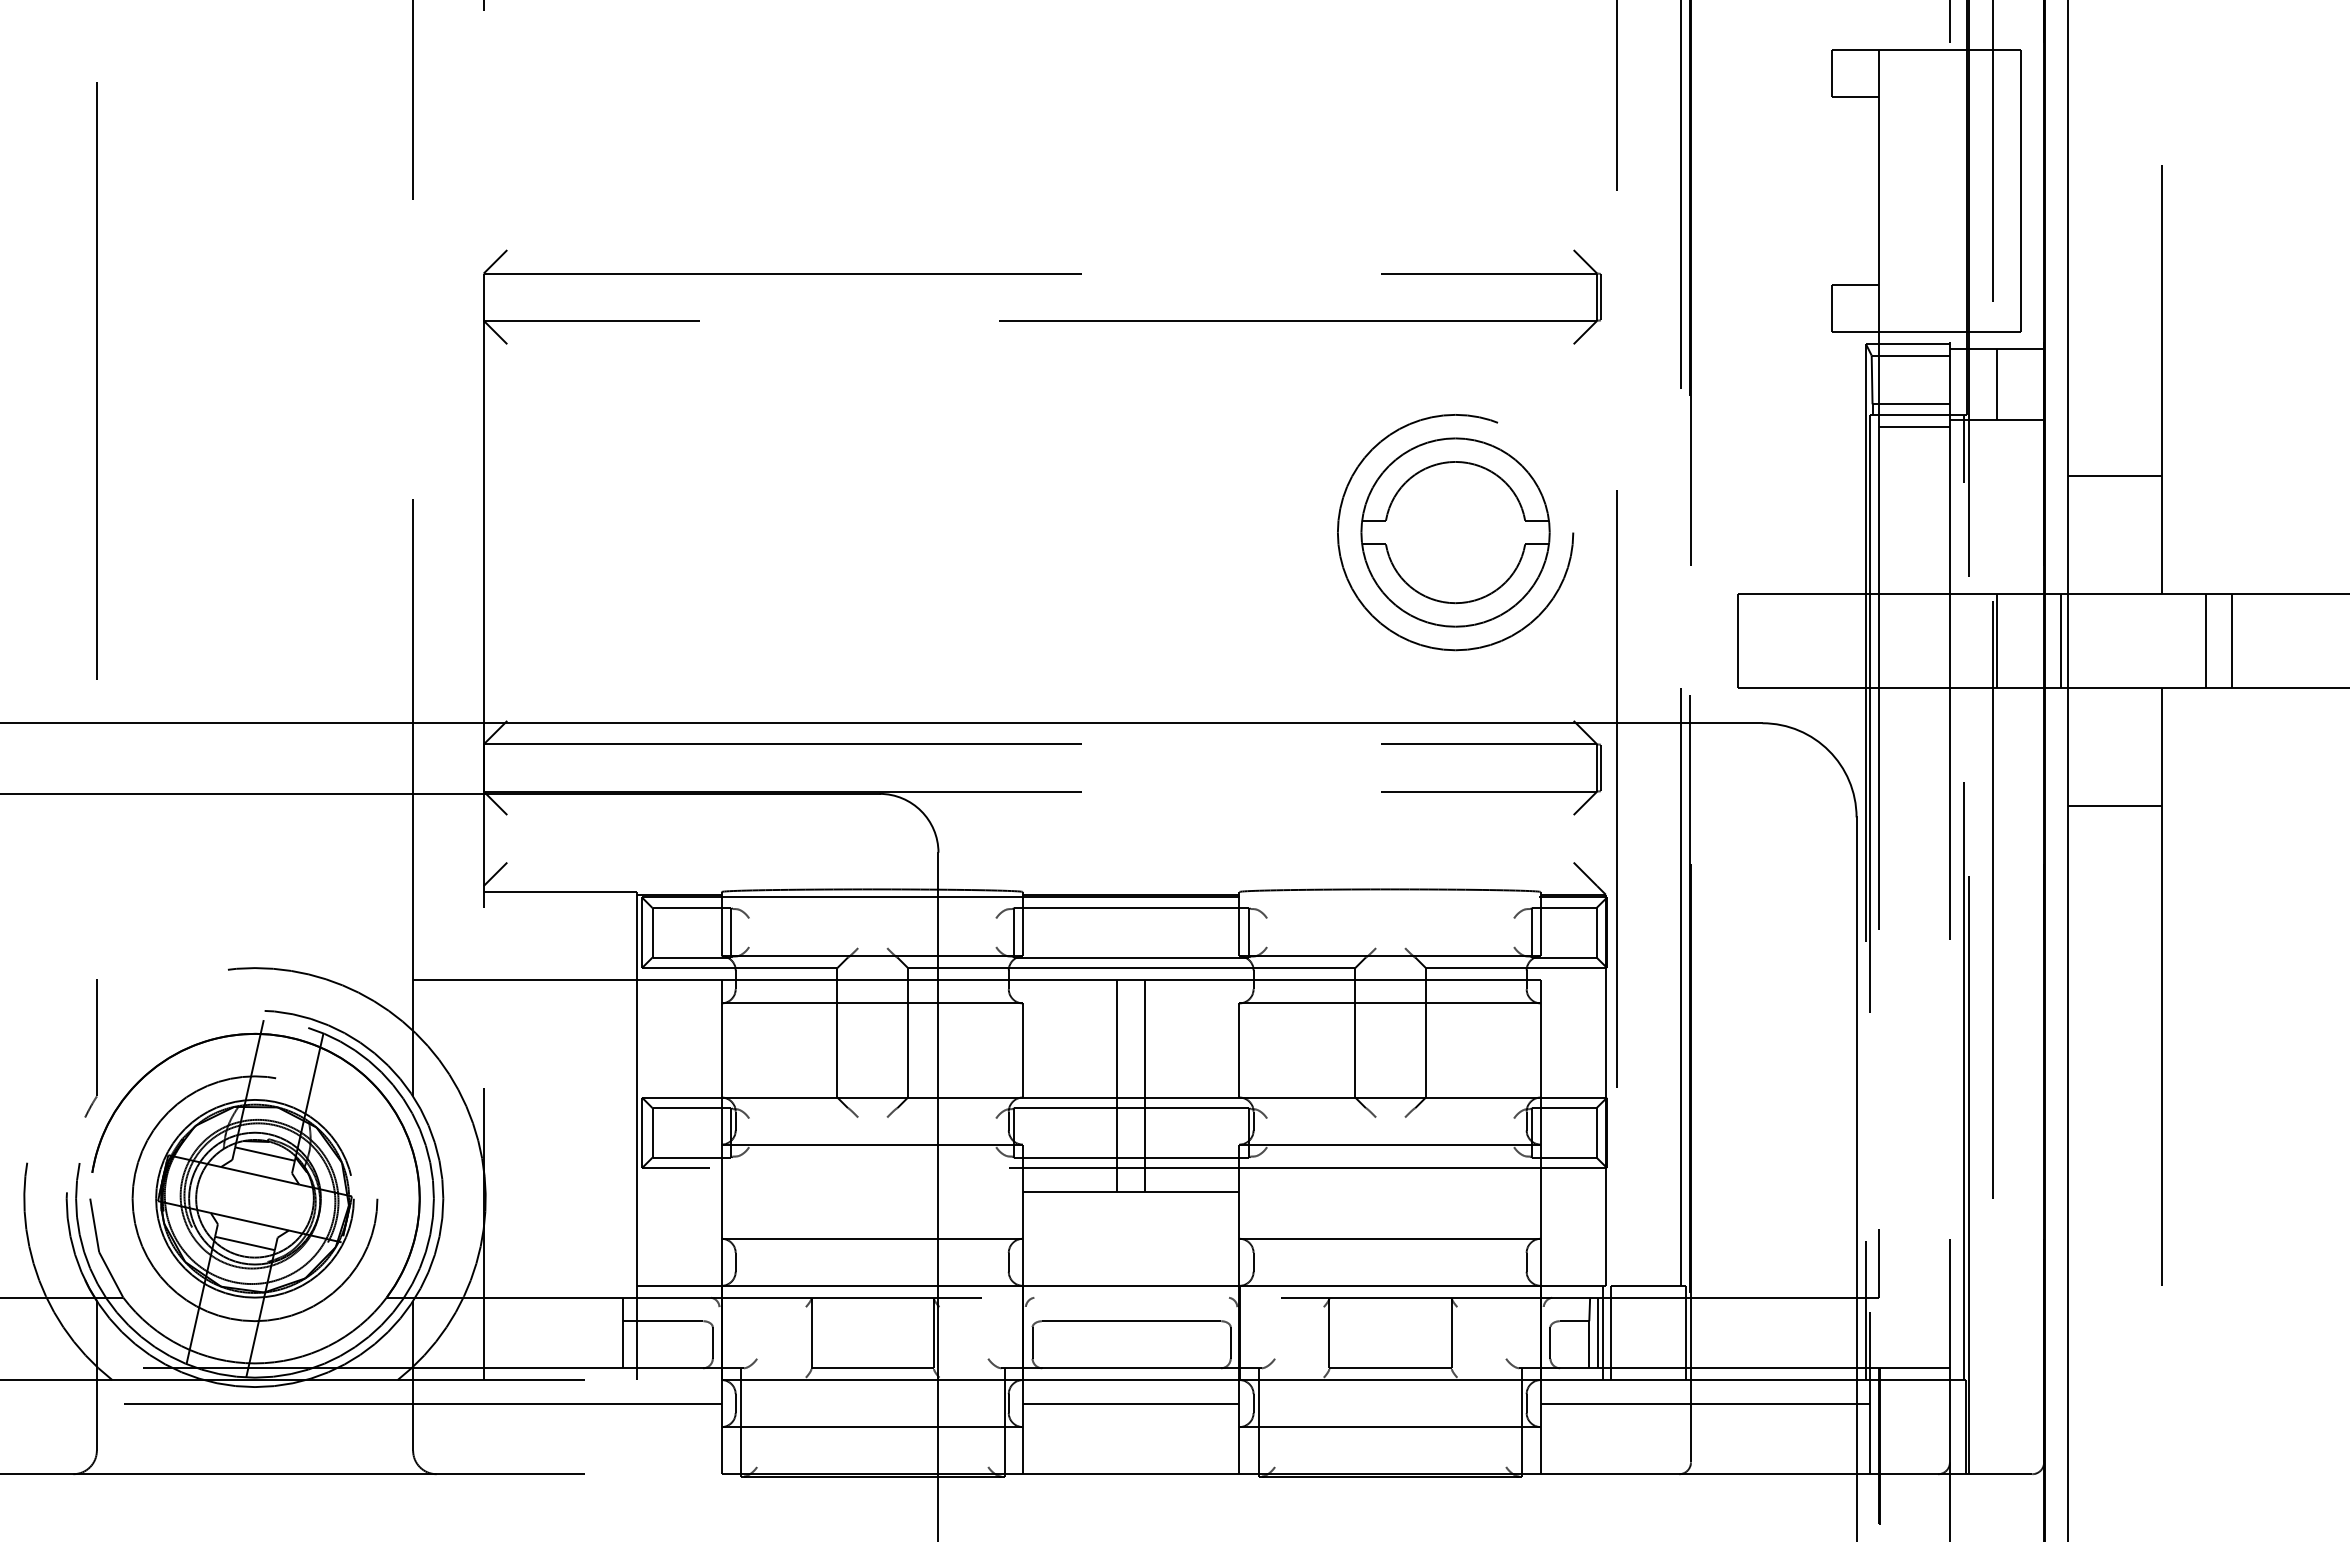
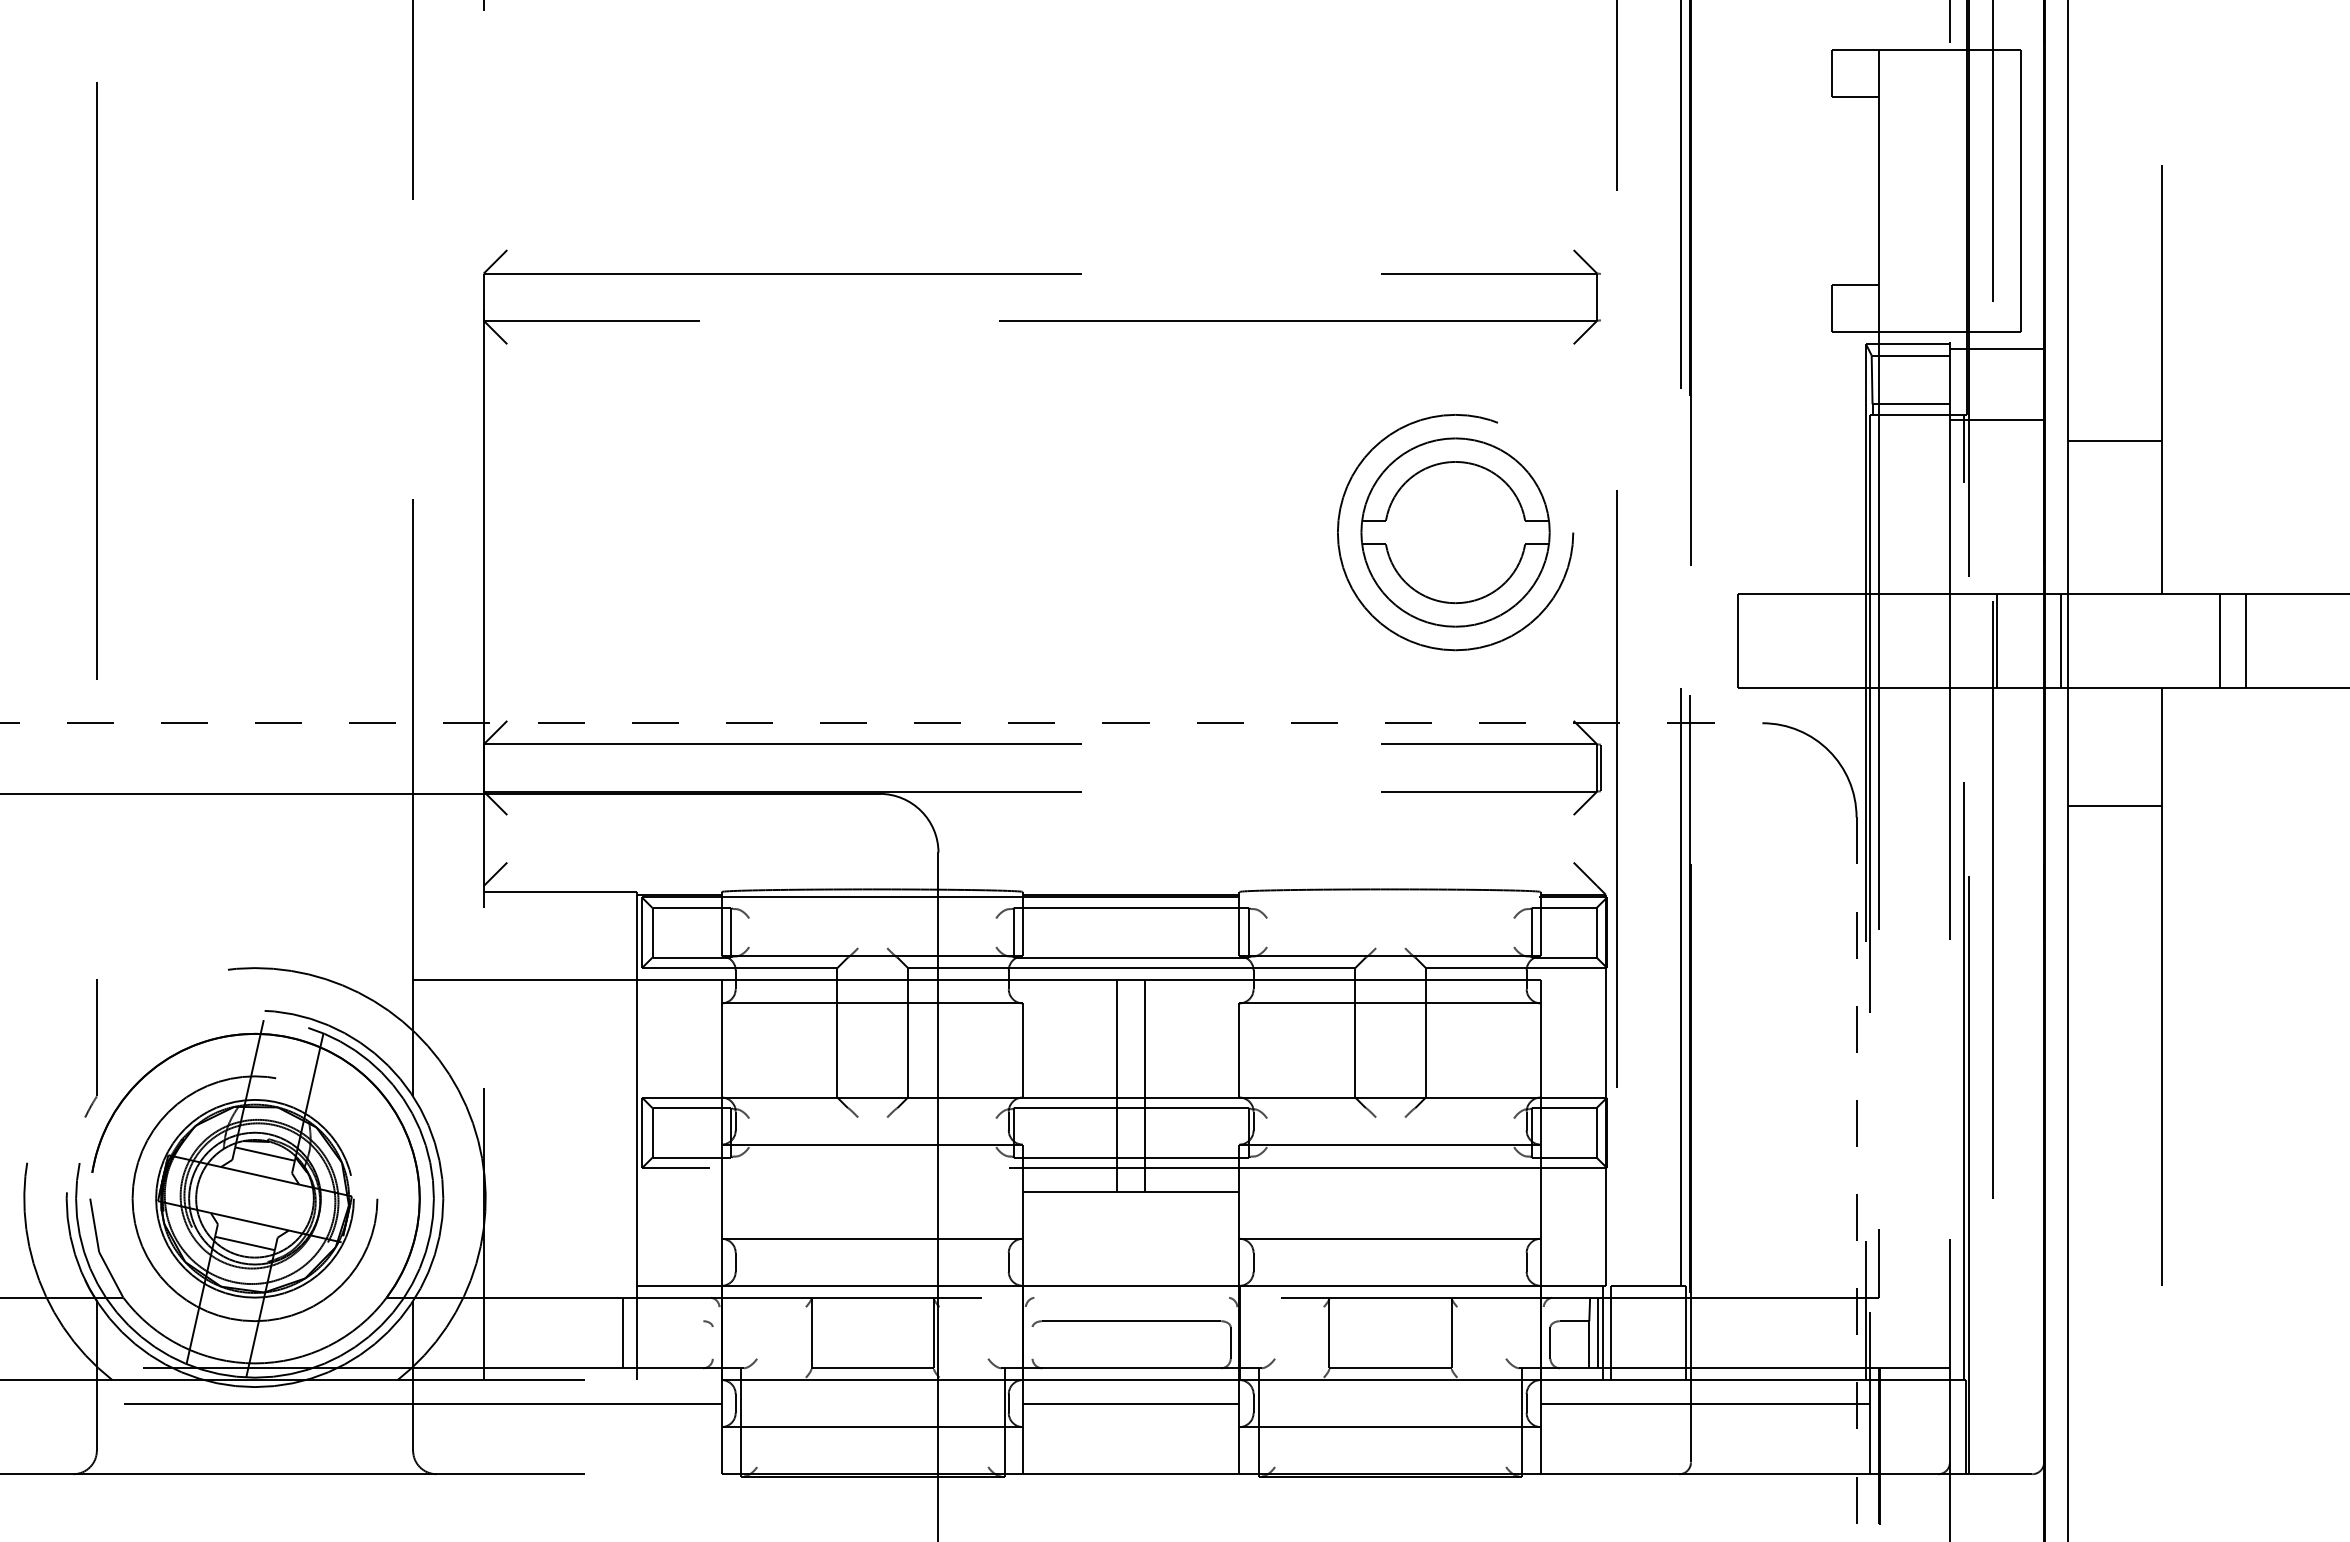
line at (1600, 297): present -> none
line at (1997, 384): present -> none
line at (1914, 426): present -> none
line at (2114, 476) position: (2114, 476) -> (2114, 441)
line at (2205, 640) position: (2205, 640) -> (2219, 640)
line at (2232, 640) position: (2232, 640) -> (2246, 640)
line at (881, 723): solid -> dashed
line at (1856, 1179): solid -> dashed
line at (663, 1321): present -> none
line at (712, 1342): present -> none
line at (1032, 1342): present -> none
